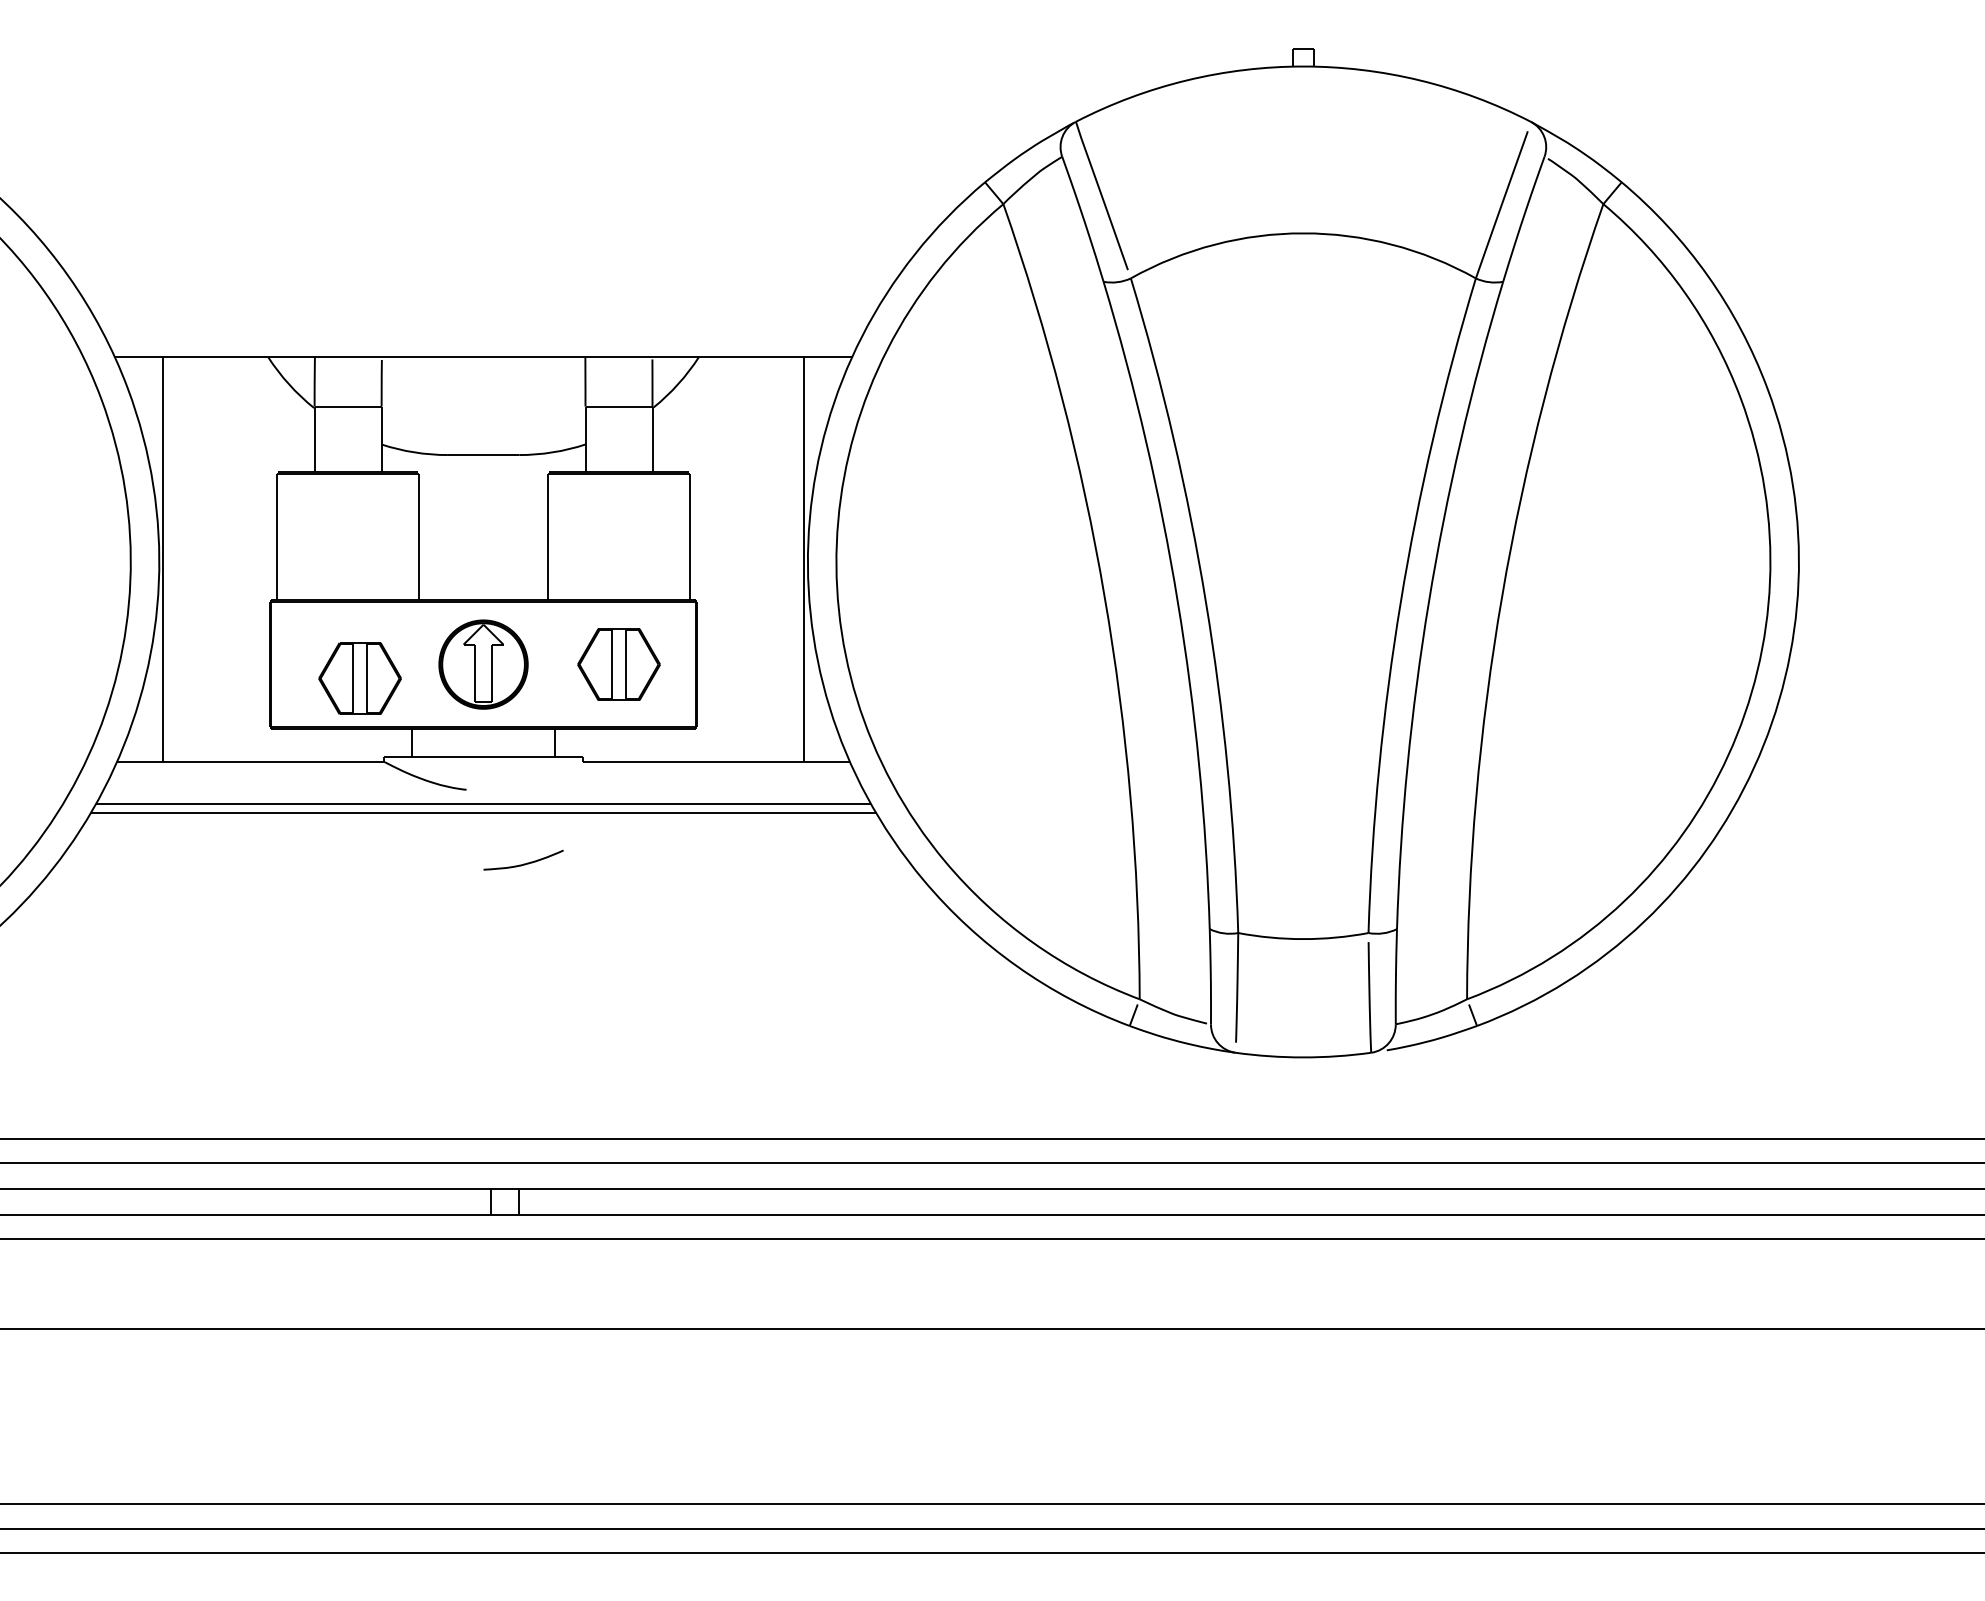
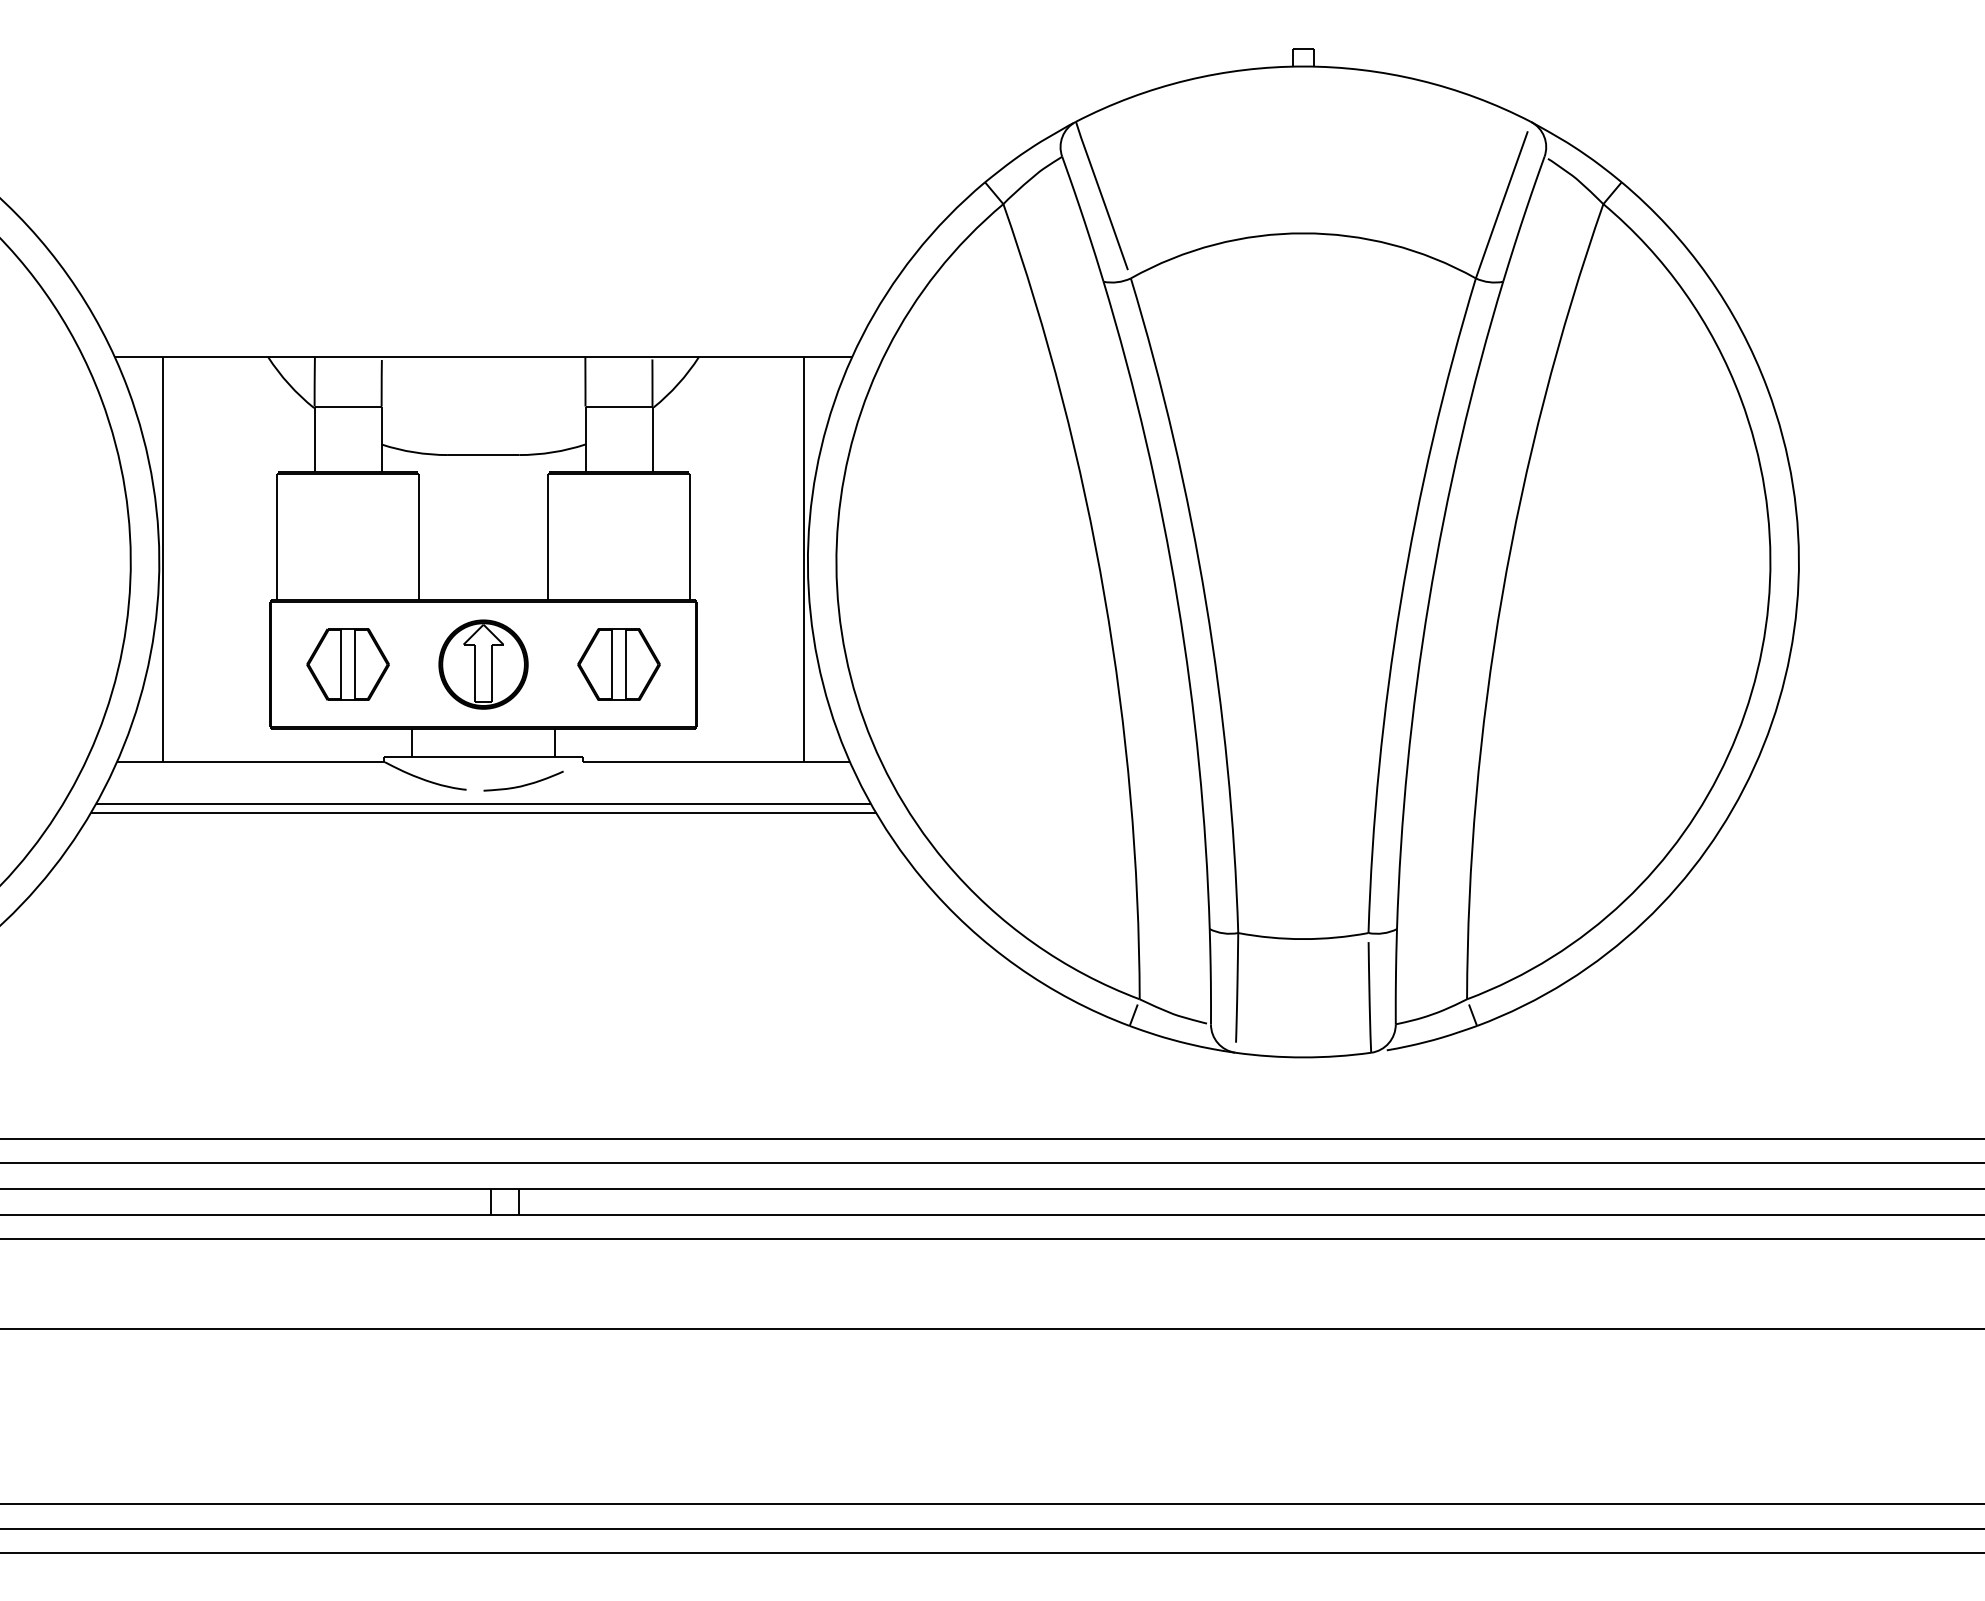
part at (359, 678) position: (359, 678) -> (347, 664)
part at (523, 859) position: (523, 859) -> (523, 780)
